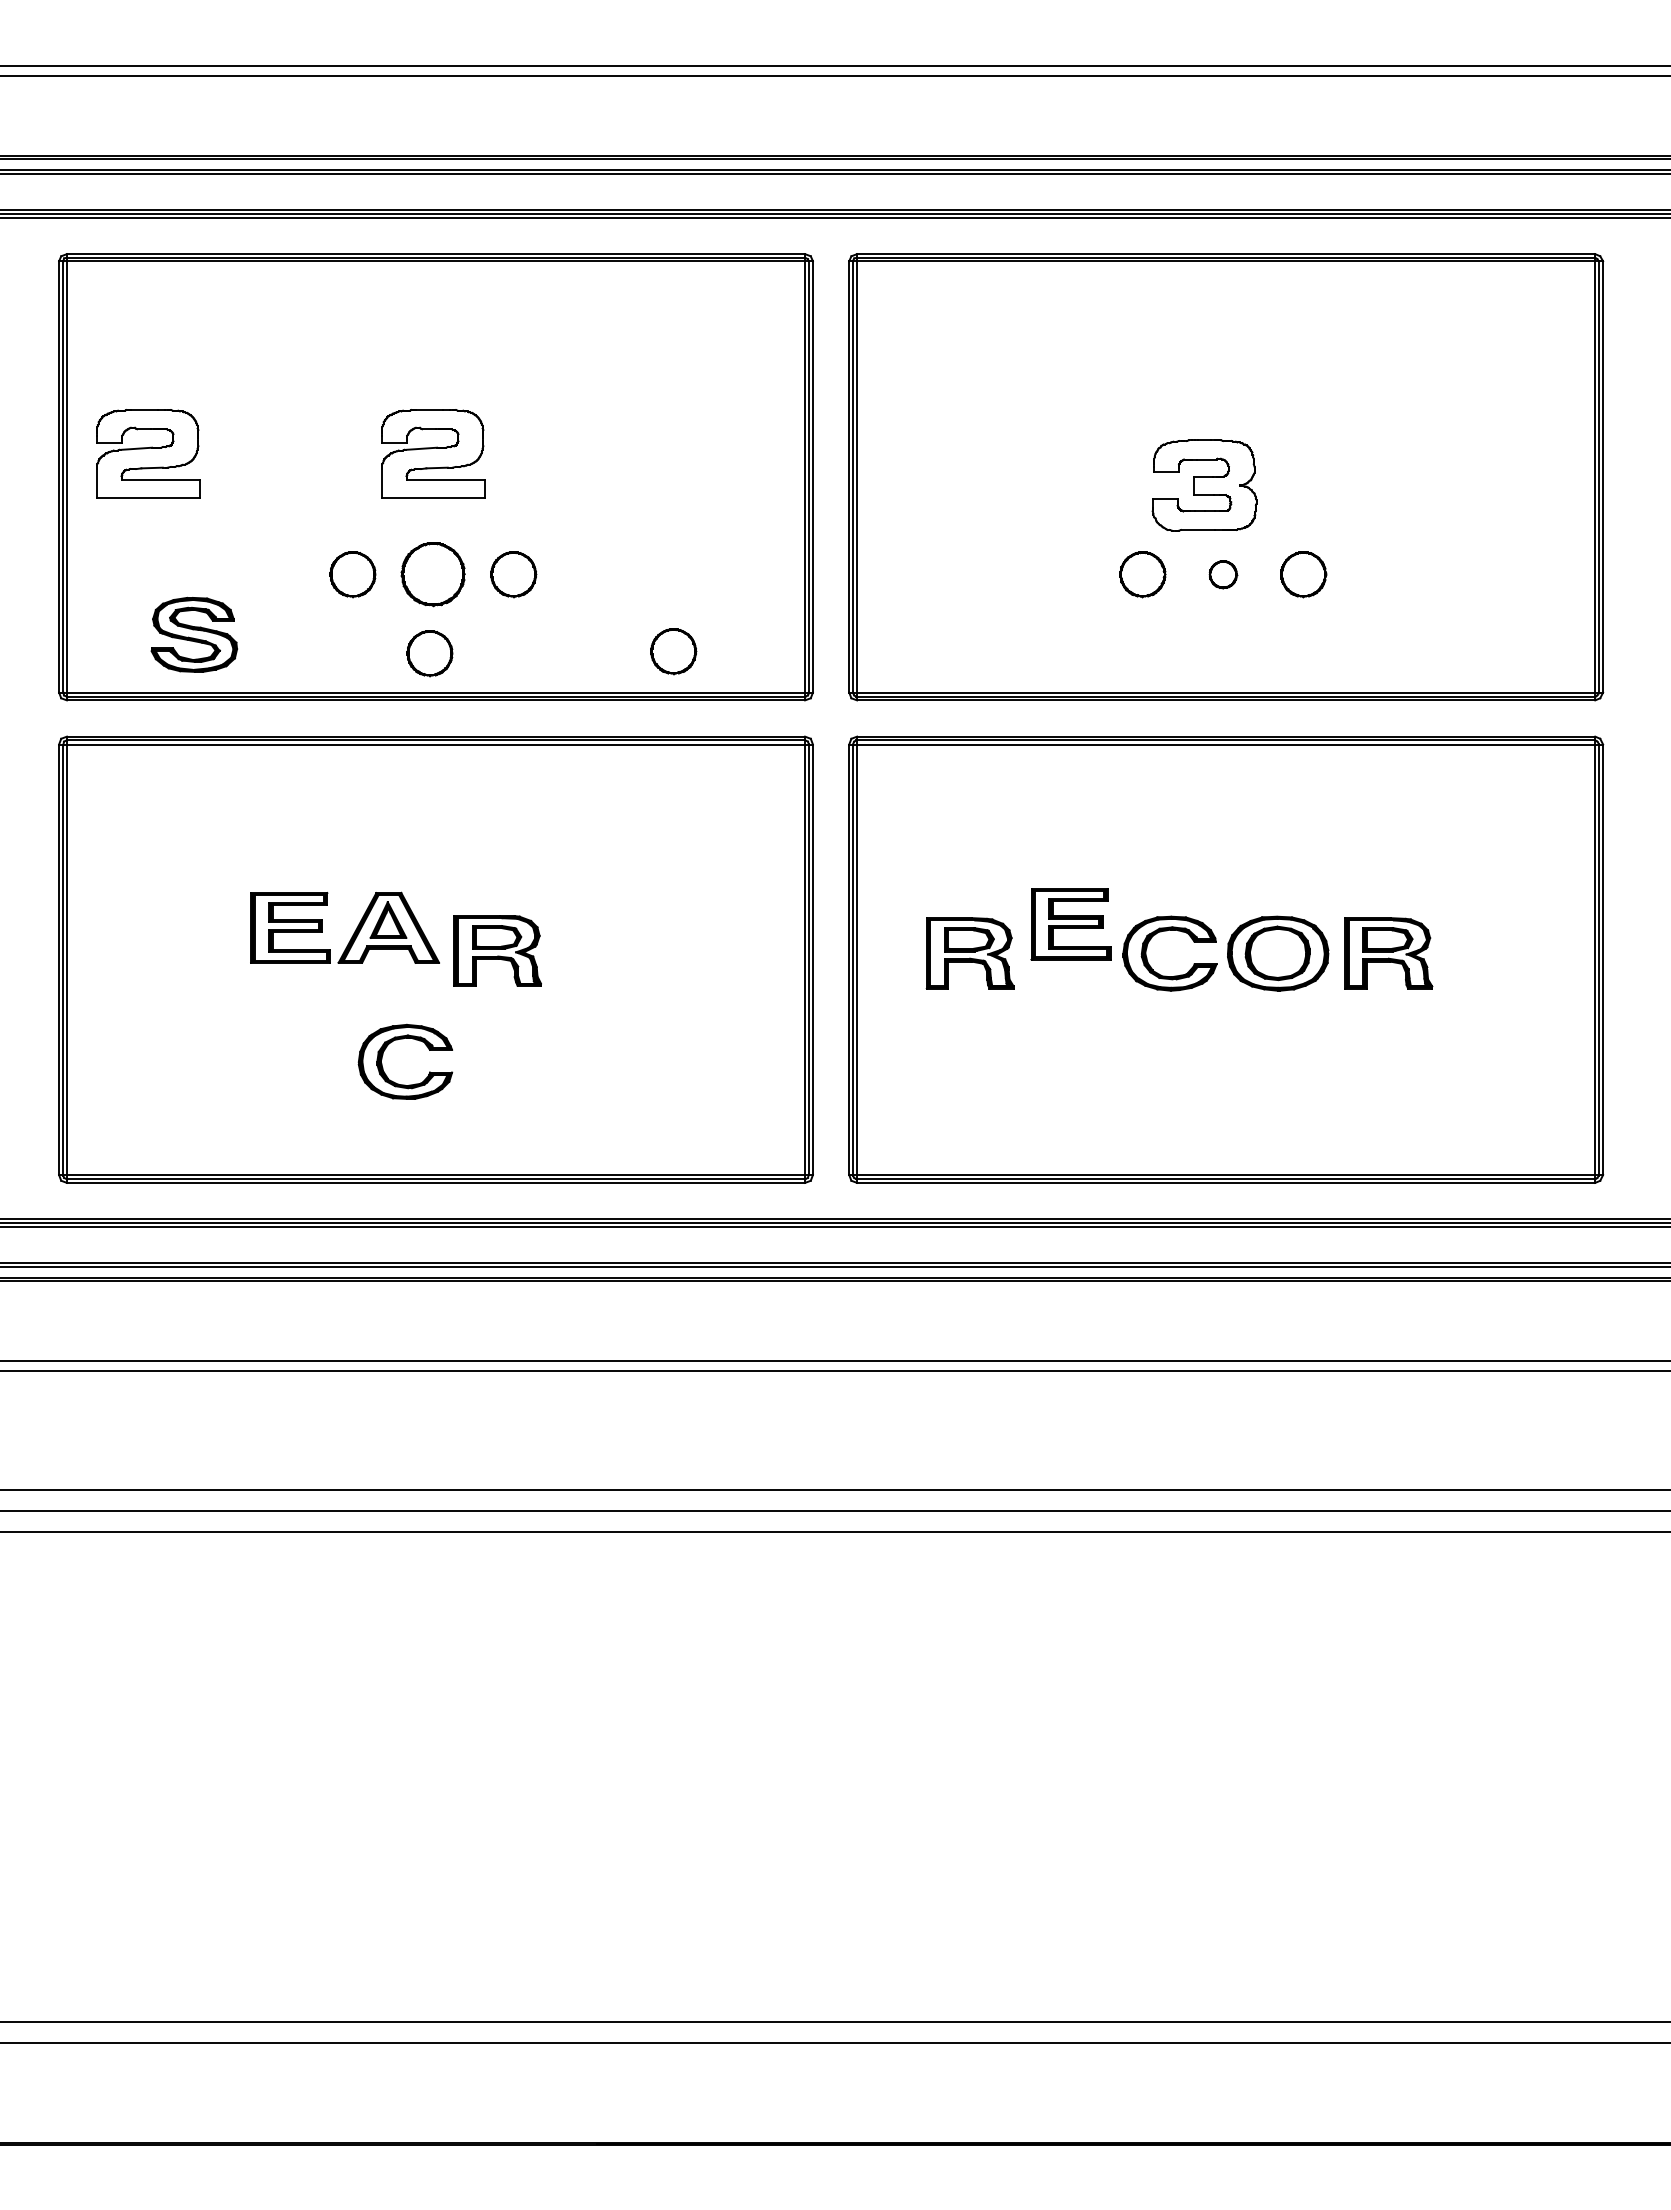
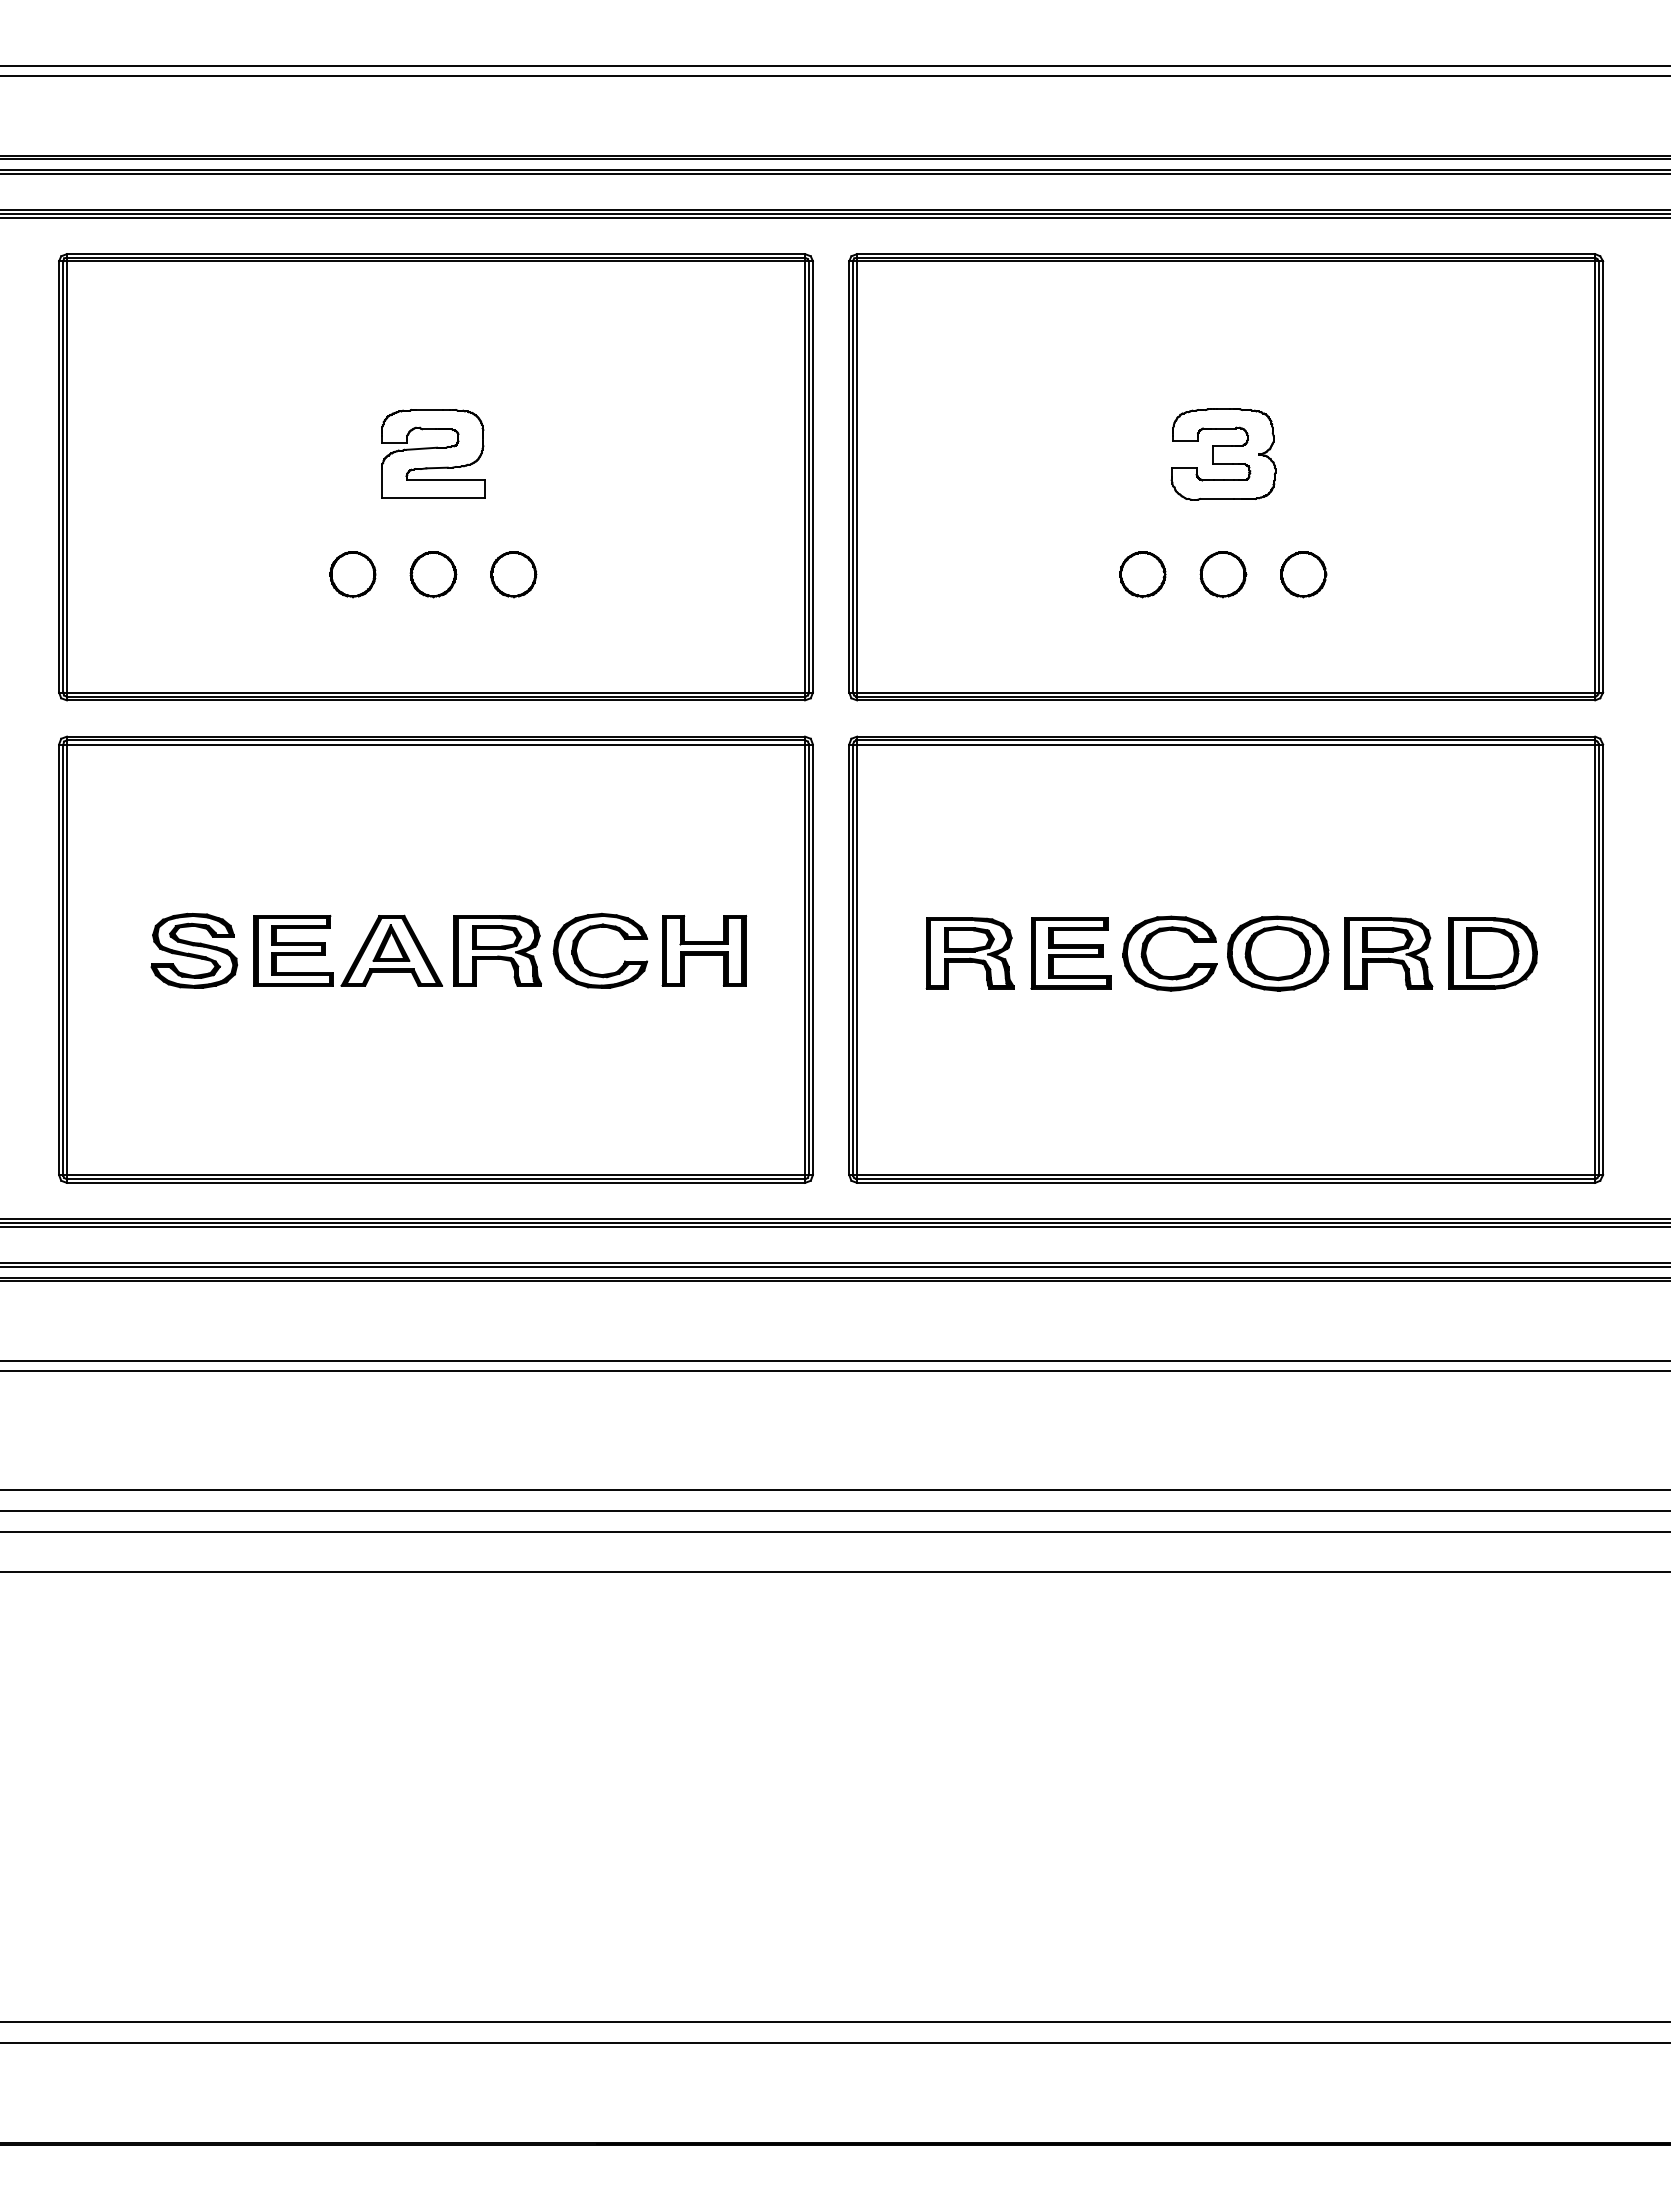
part at (148, 453): present -> none
part at (1204, 485) position: (1204, 485) -> (1223, 454)
part at (432, 574) size: 66x66 px -> 49x48 px
part at (1223, 574) size: 31x30 px -> 49x48 px
part at (194, 634) position: (194, 634) -> (194, 950)
part at (673, 651): present -> none
part at (429, 653): present -> none
part at (1070, 924) position: (1070, 924) -> (1070, 953)
part at (354, 931) position: (354, 931) -> (357, 954)
part at (704, 950): none -> present
part at (1492, 953): none -> present
part at (403, 1039) position: (403, 1039) -> (598, 928)
line at (834, 1572): none -> present
